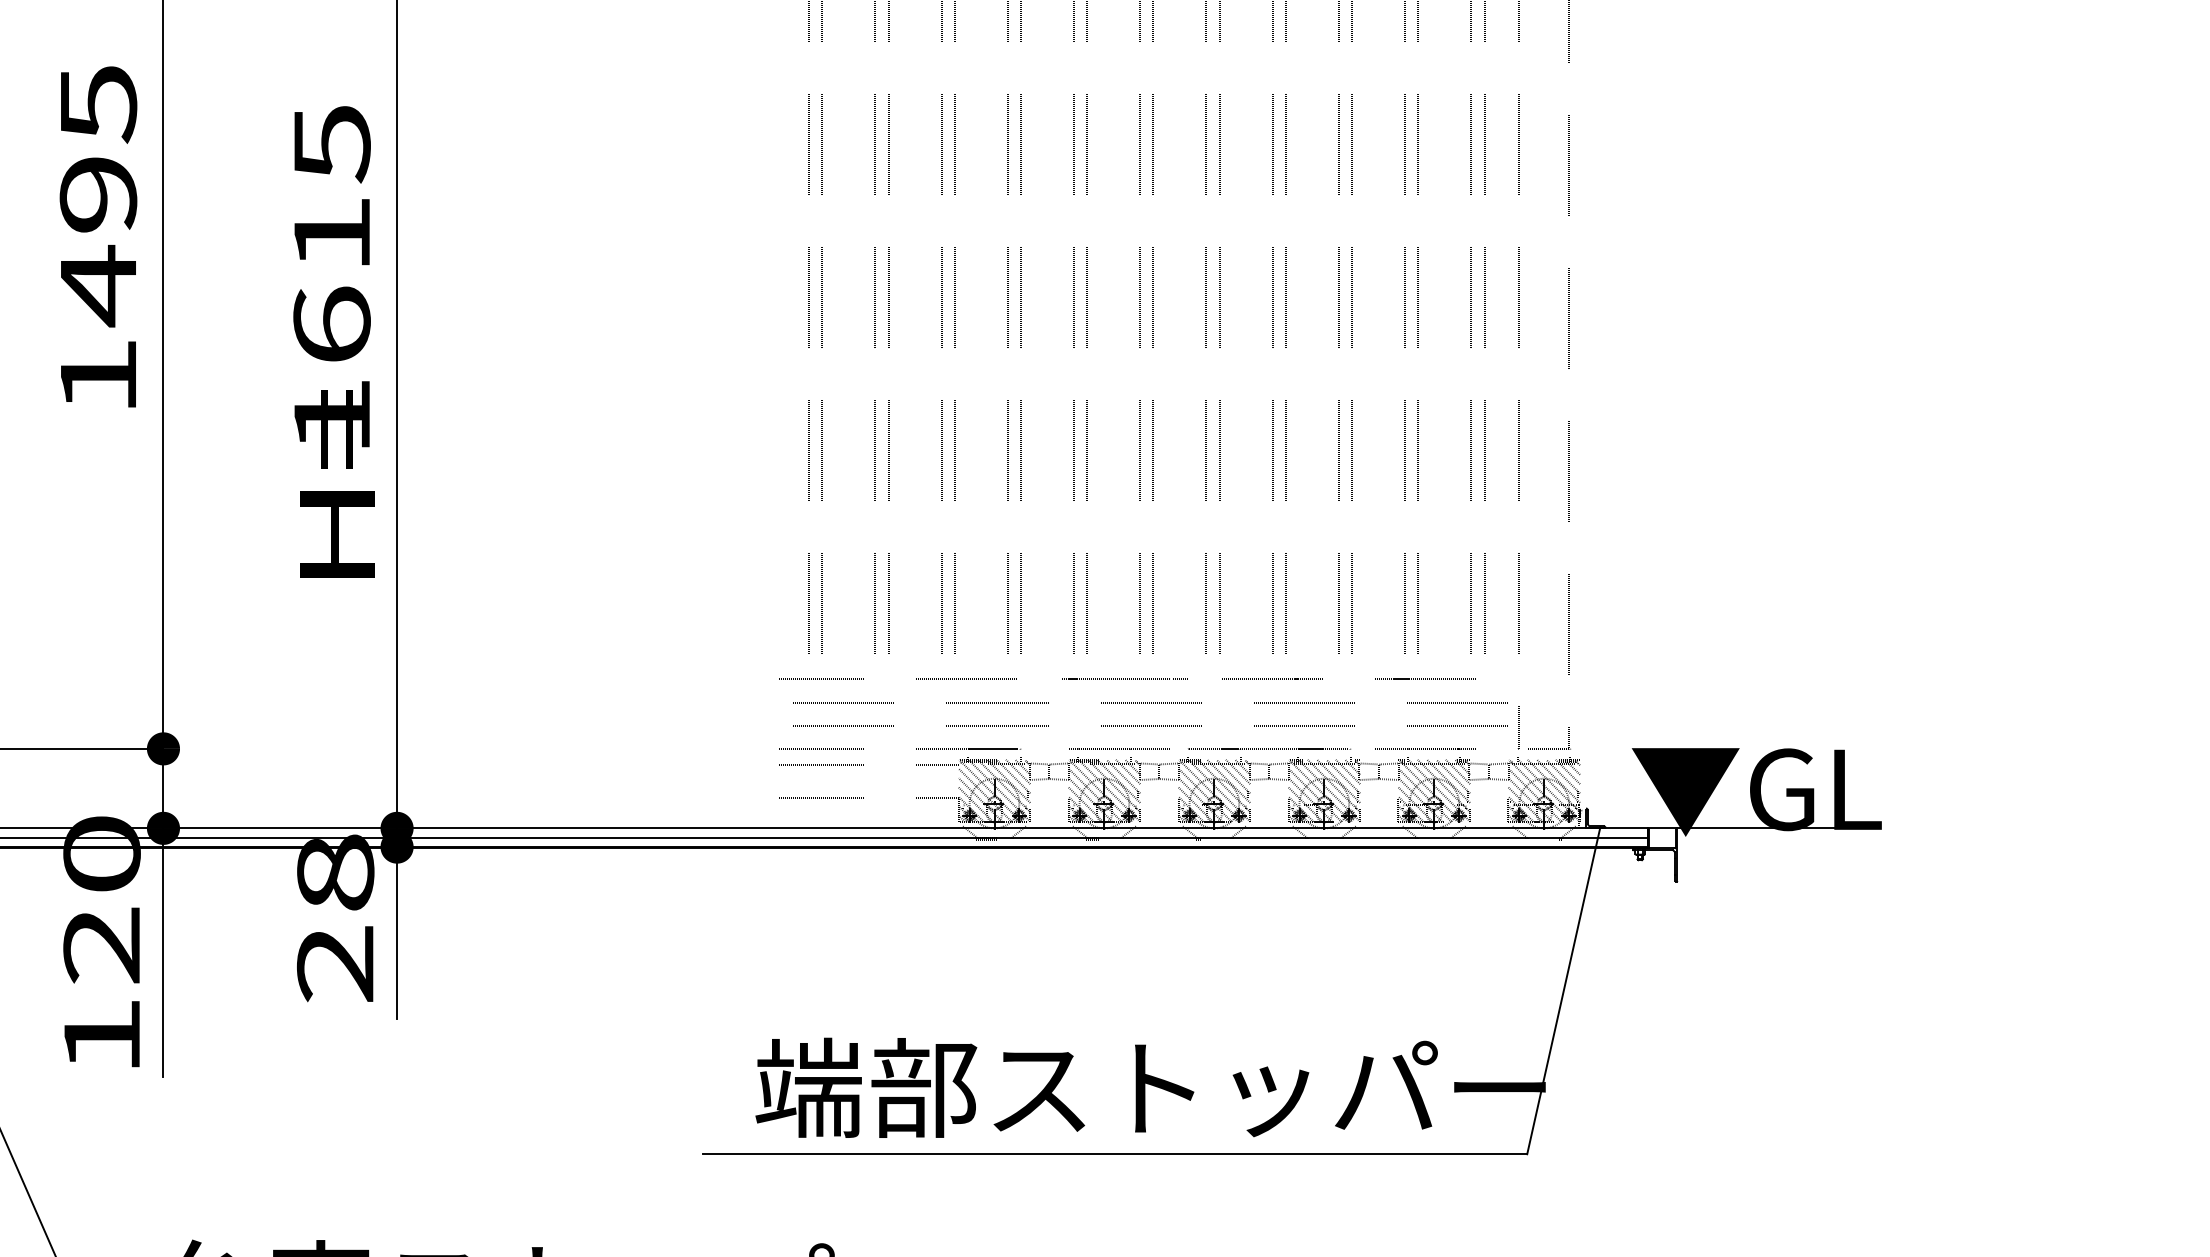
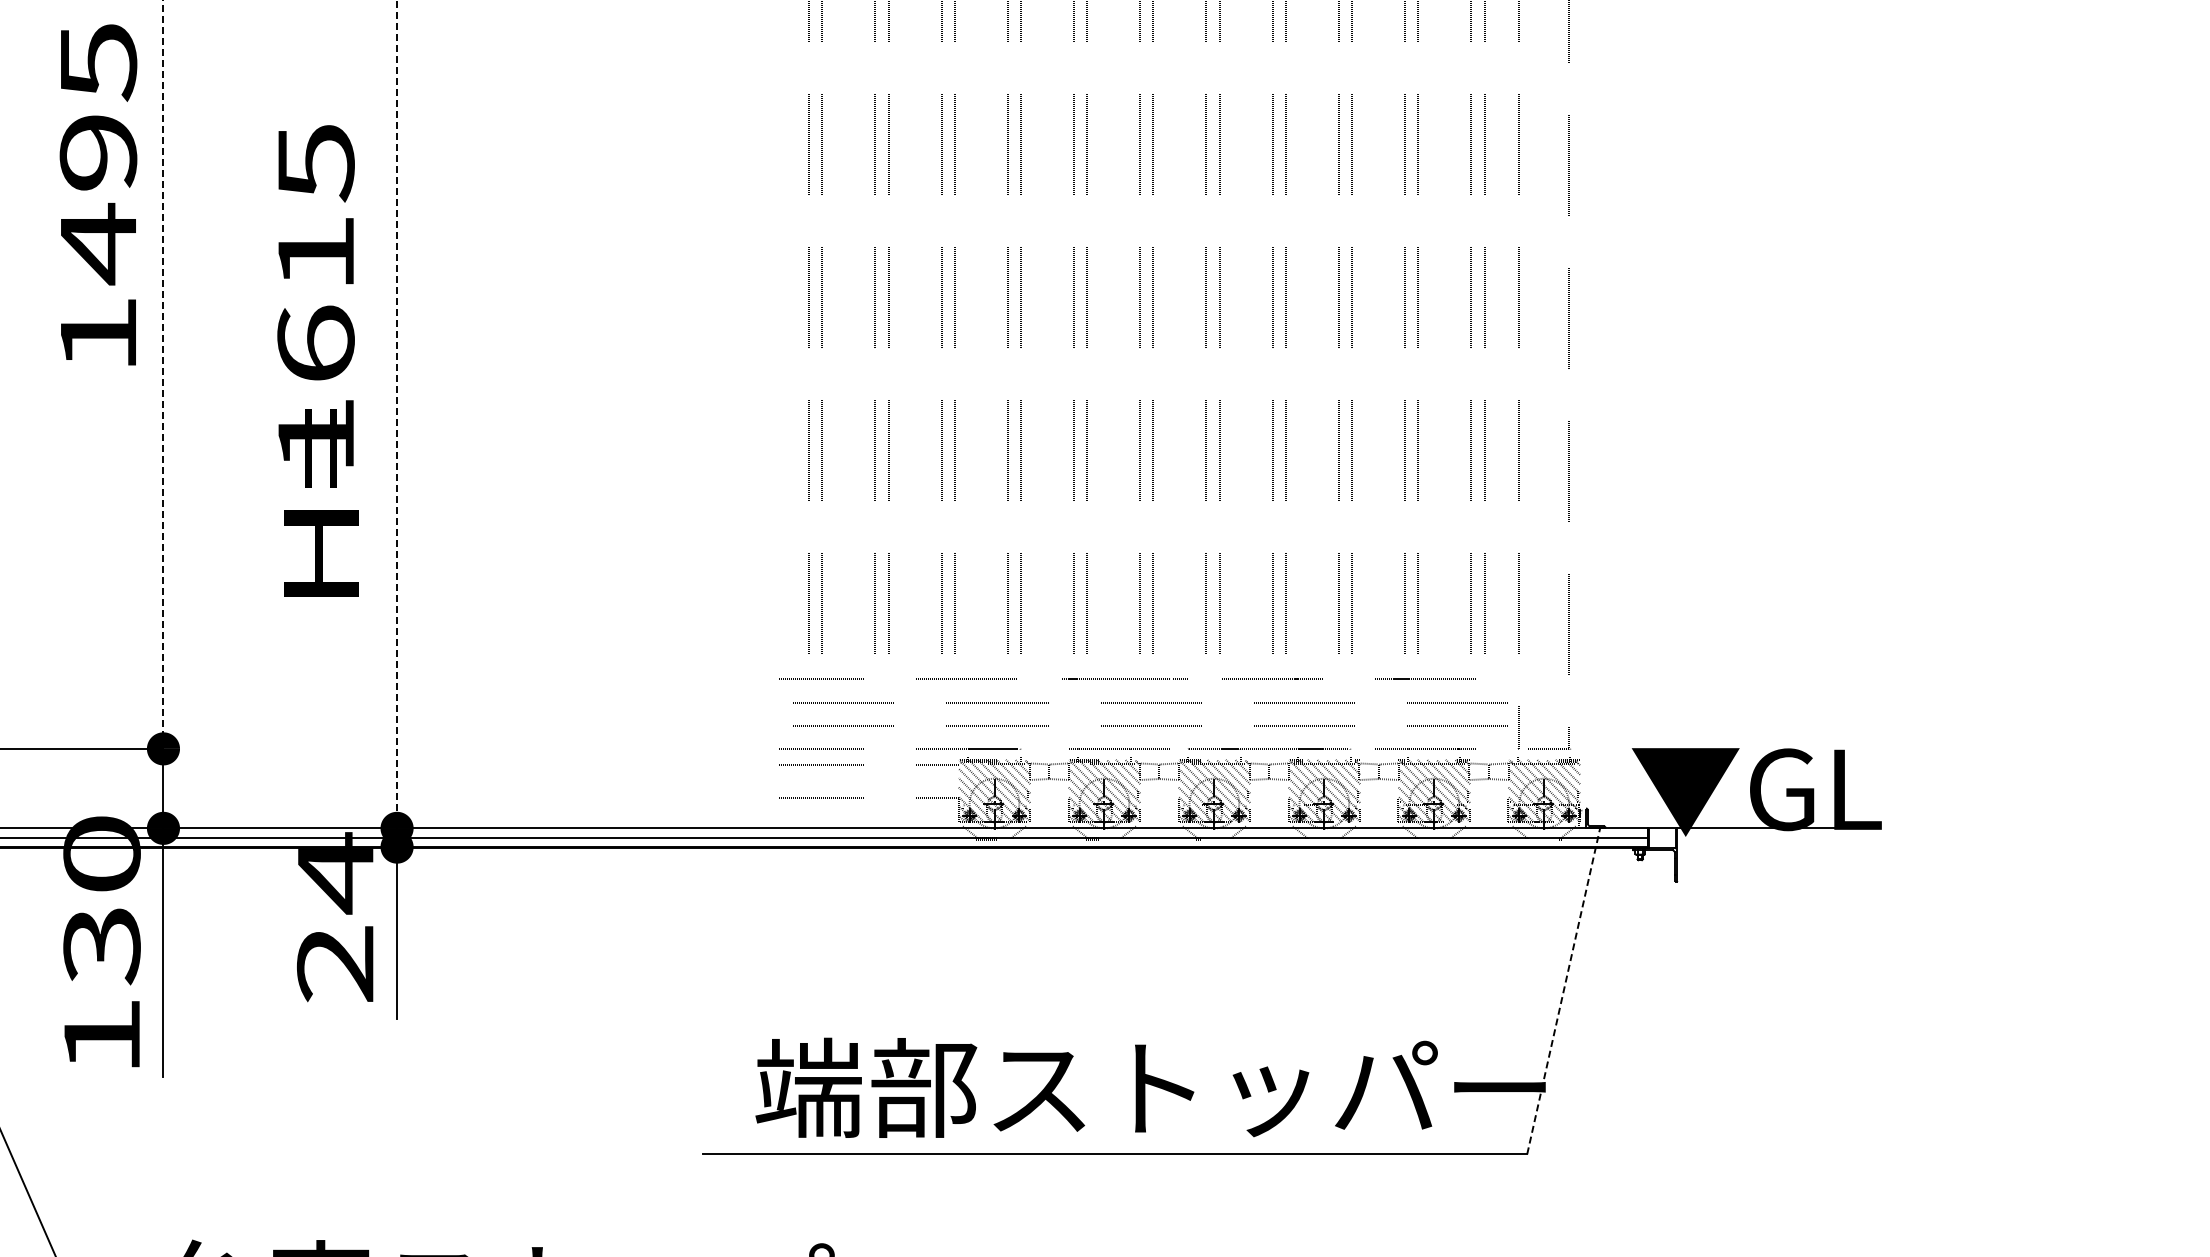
text at (98, 236) position: (98, 236) -> (98, 194)
text at (333, 341) position: (333, 341) -> (317, 360)
line at (163, 374): solid -> dashed
line at (397, 414): solid -> dashed
text at (335, 873): 28 -> 24
text at (101, 946): 120 -> 130
line at (1563, 990): solid -> dashed
